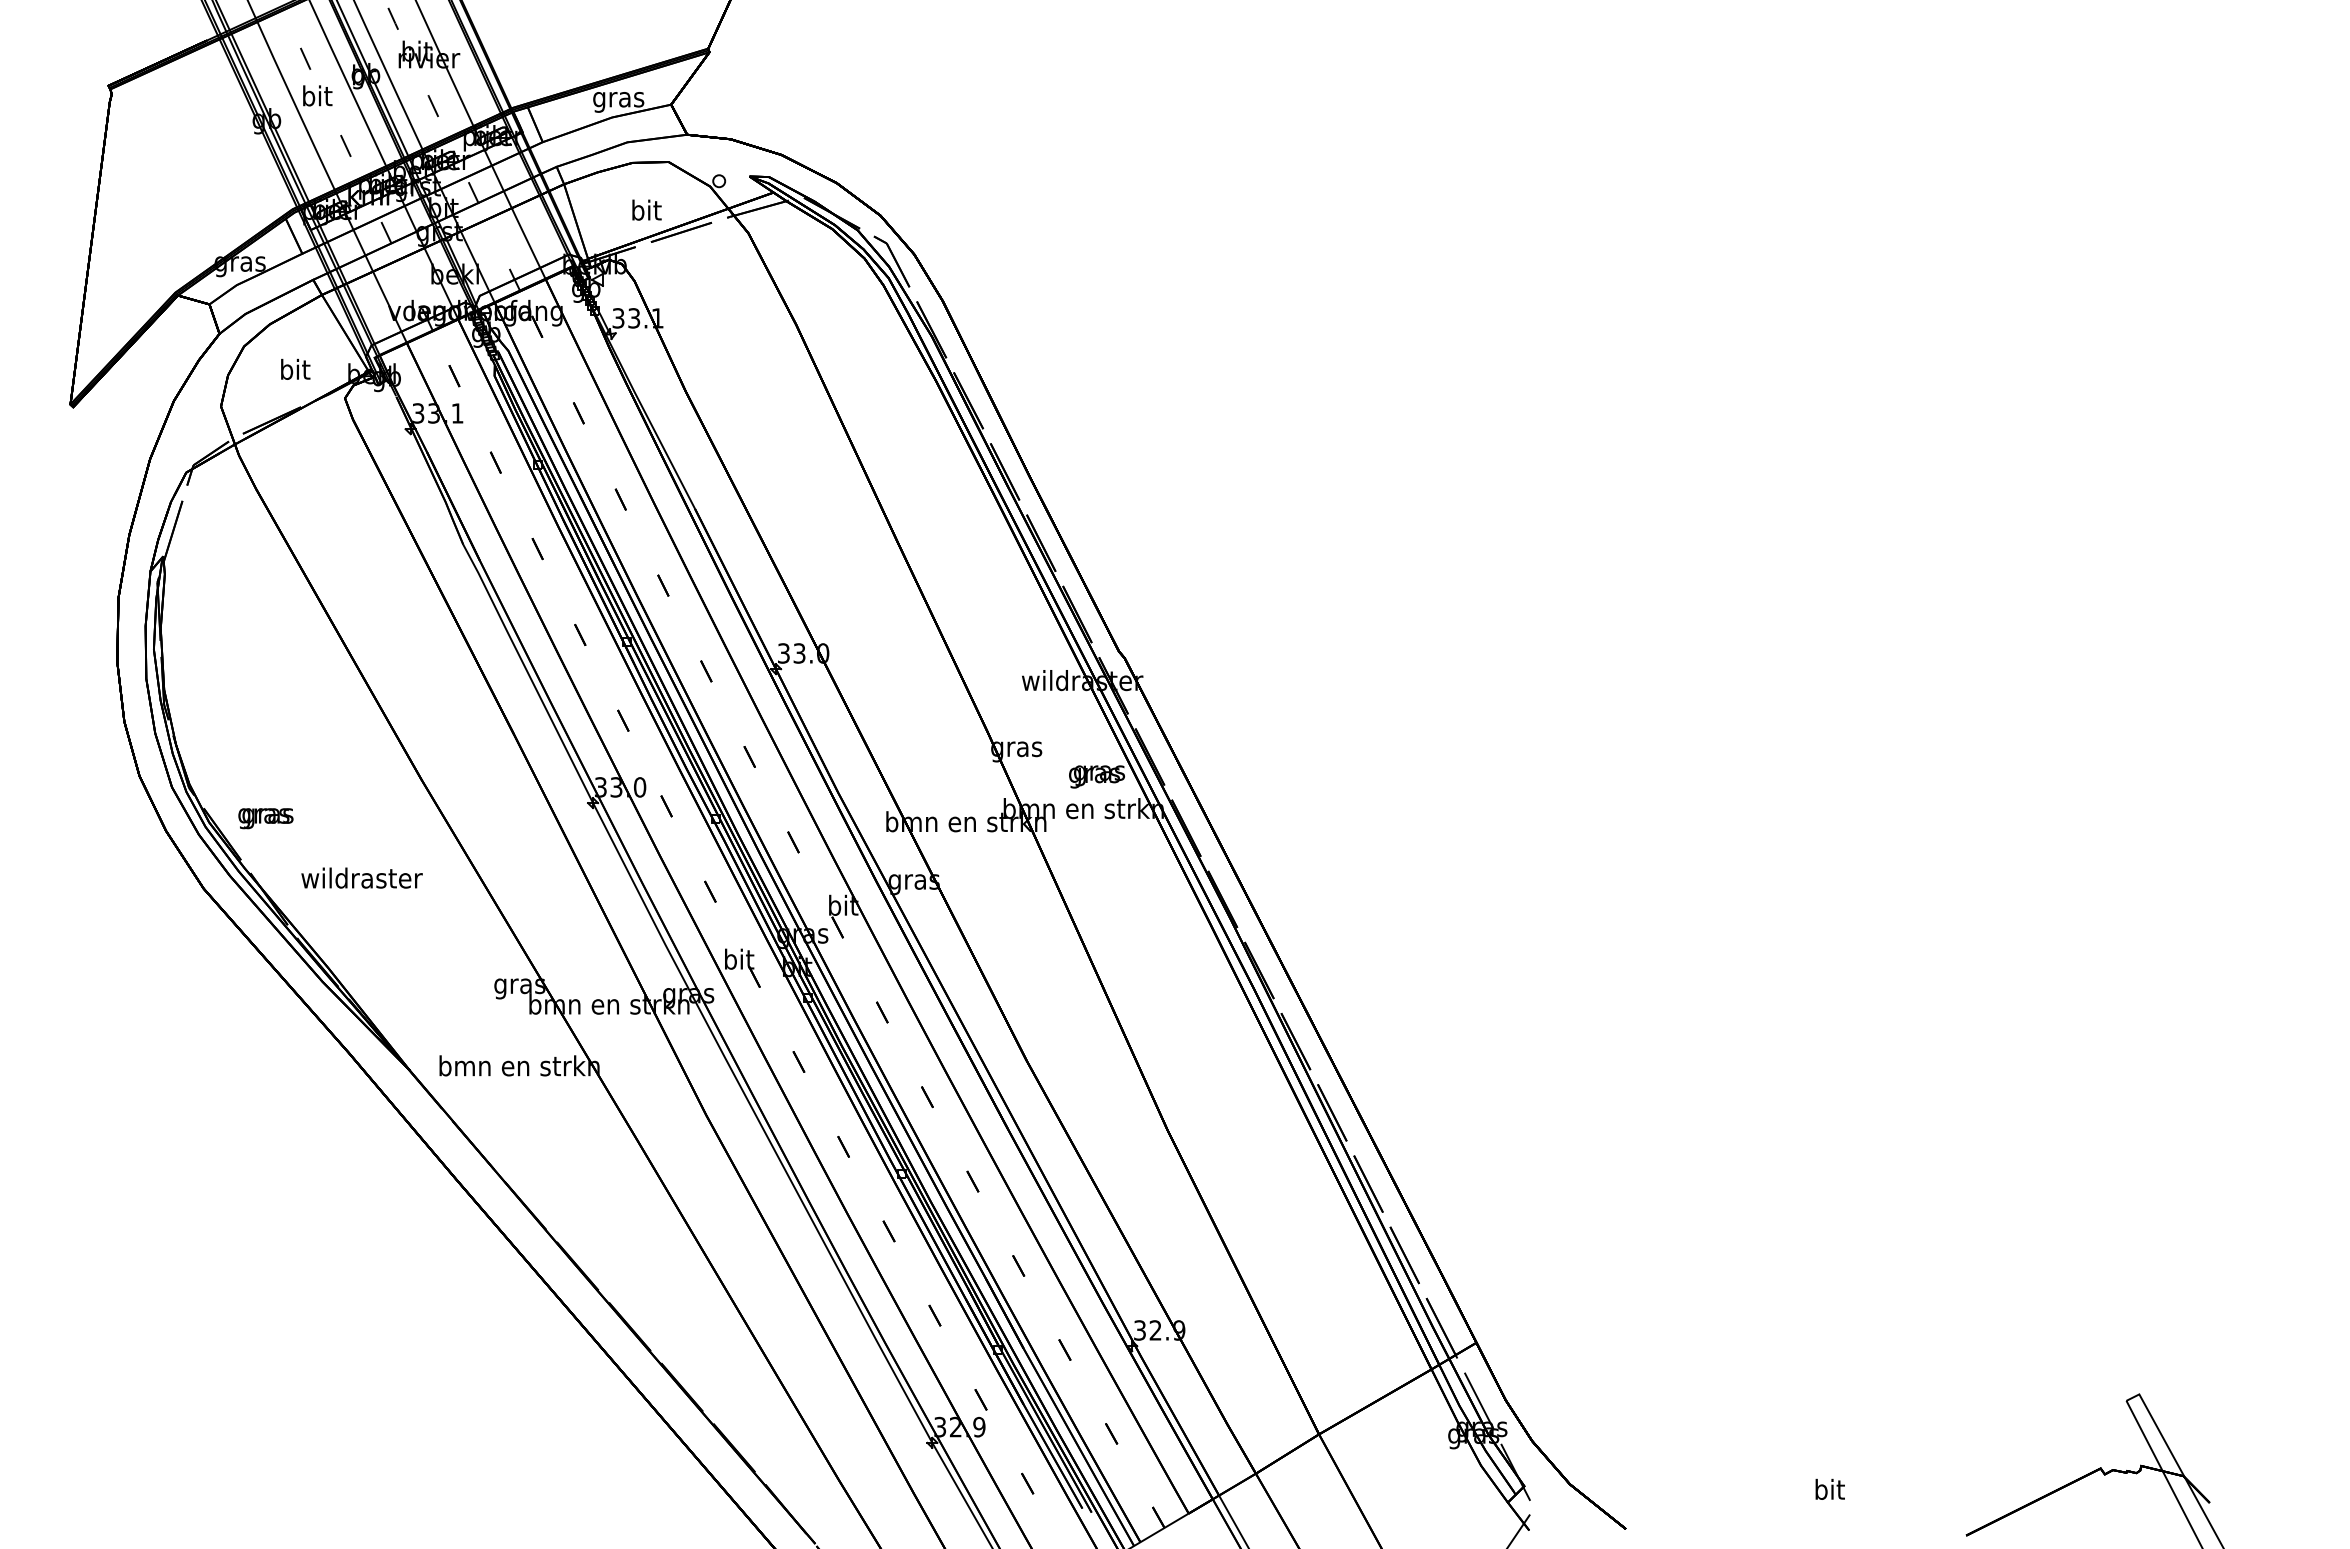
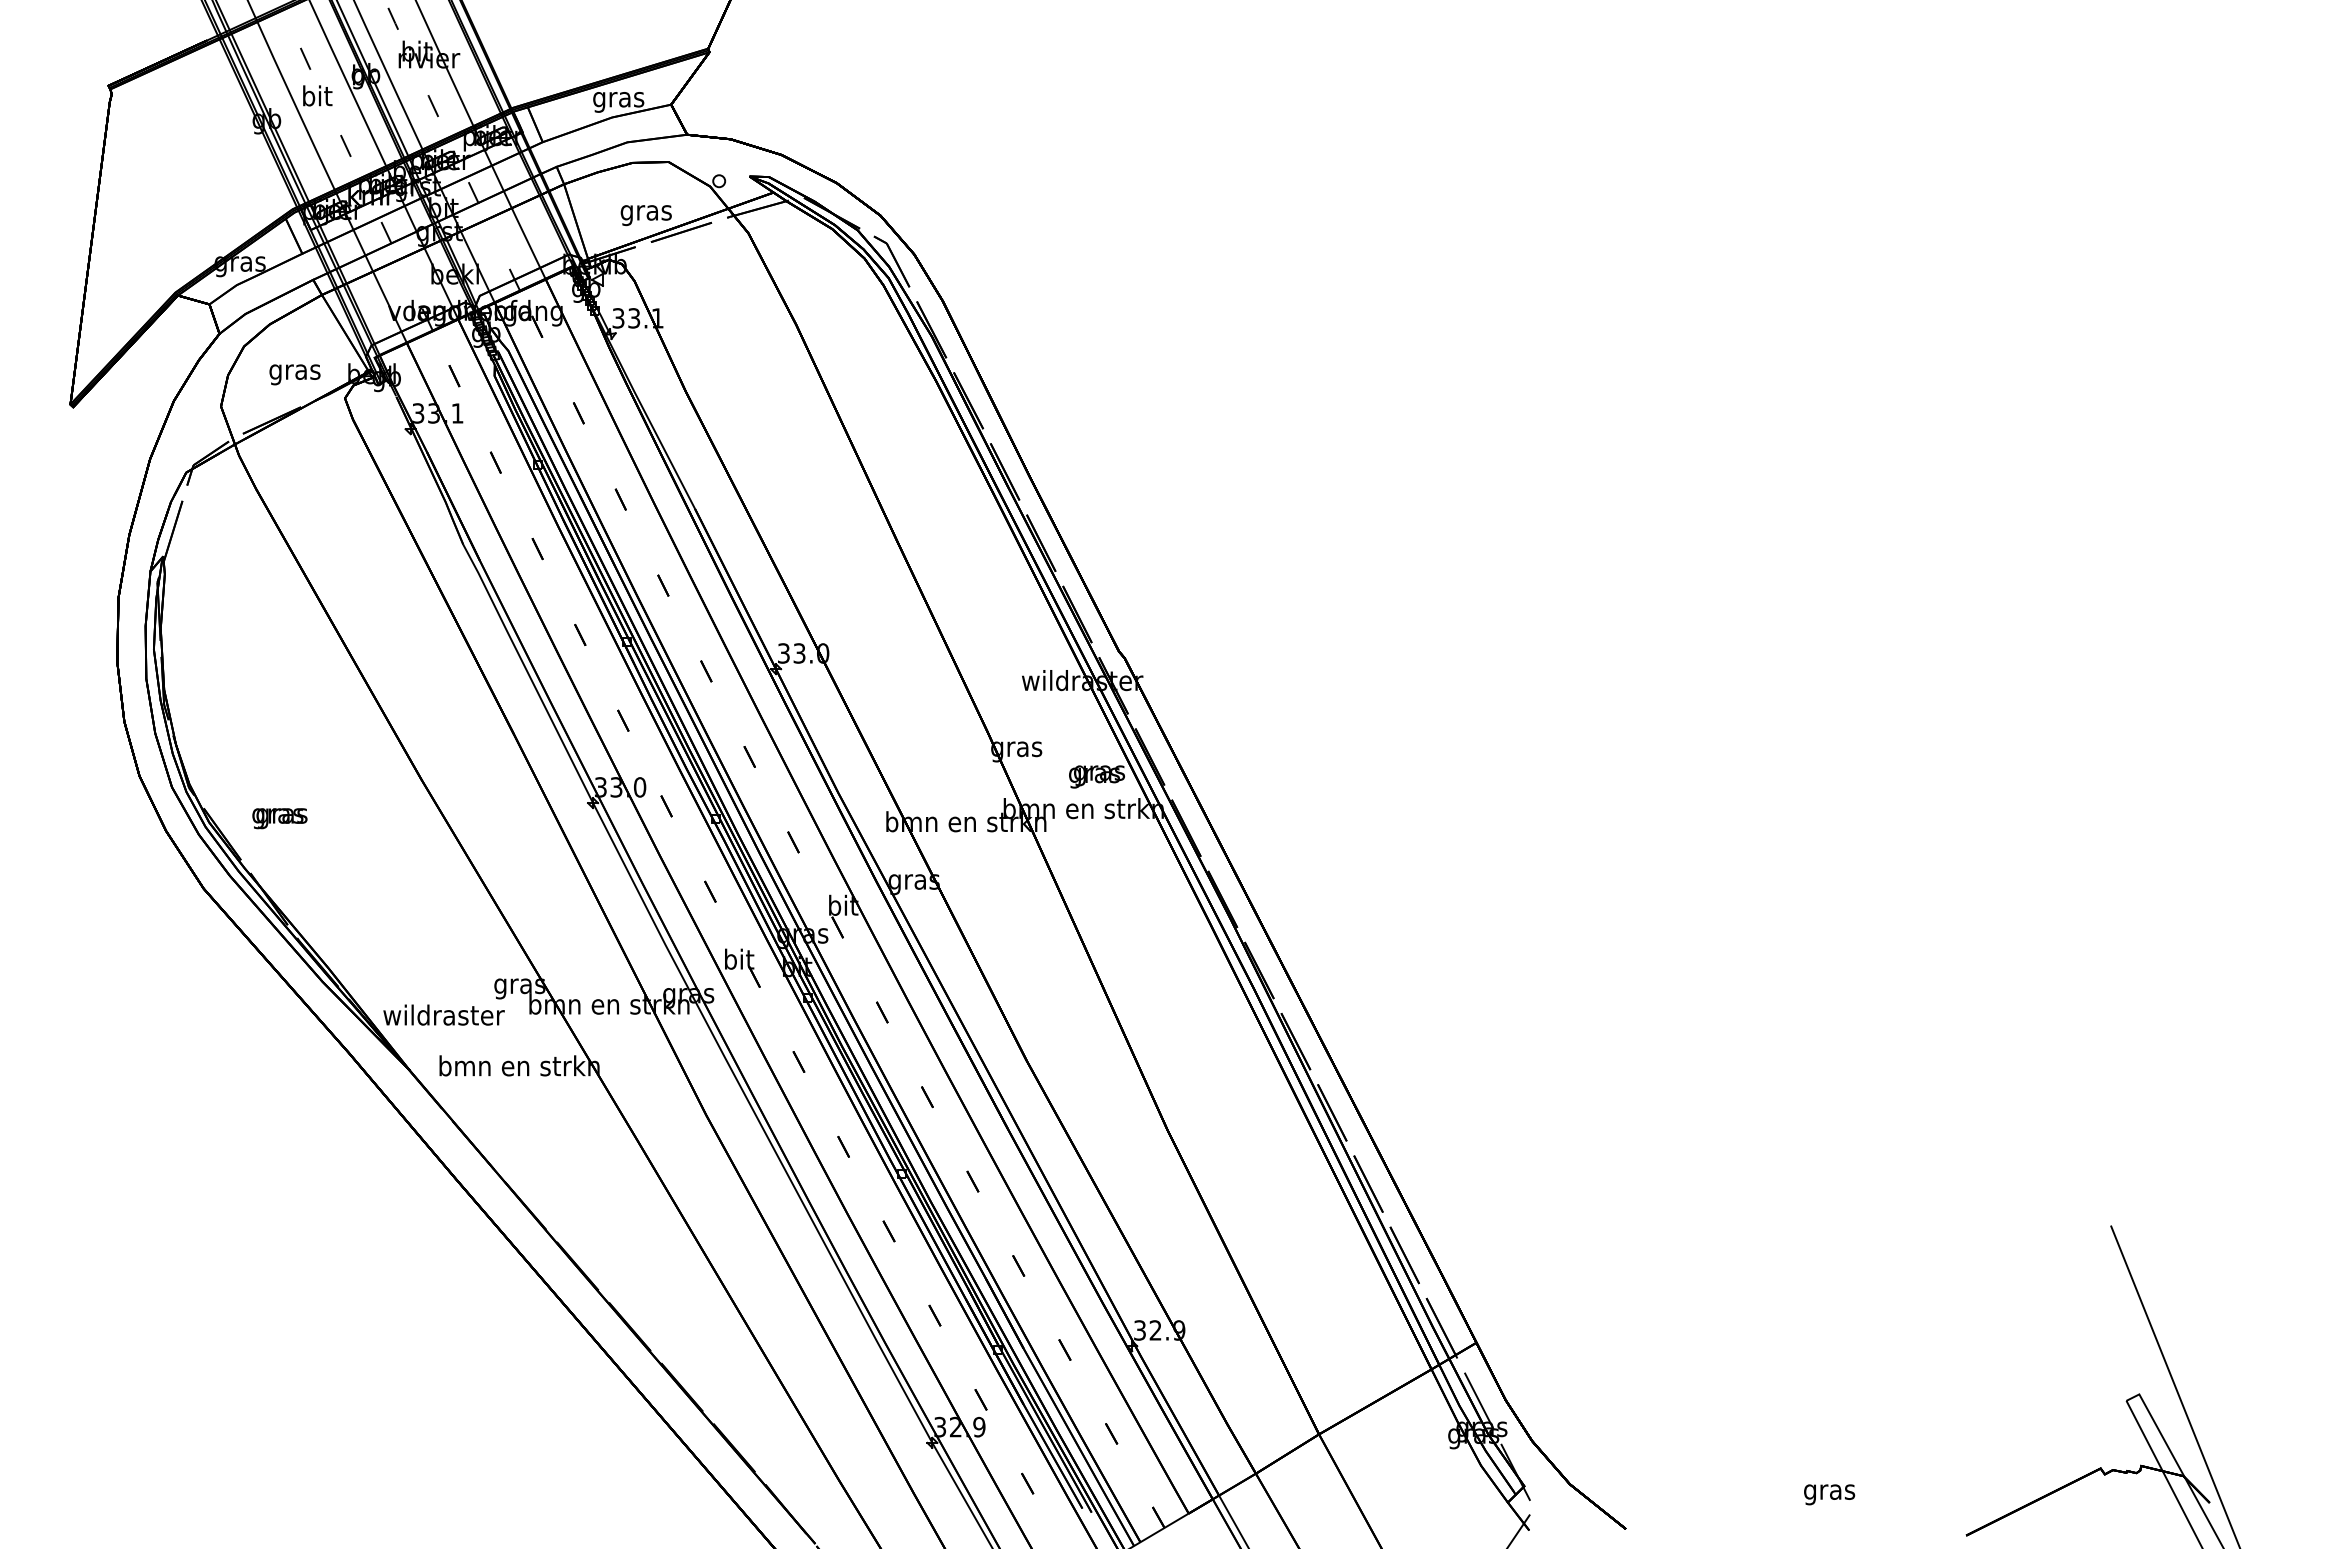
text at (645, 212): bit -> gras
text at (294, 371): bit -> gras
text at (265, 818) position: (265, 818) -> (279, 818)
text at (361, 877) position: (361, 877) -> (443, 1014)
line at (2174, 1385): none -> present
text at (1829, 1491): bit -> gras
